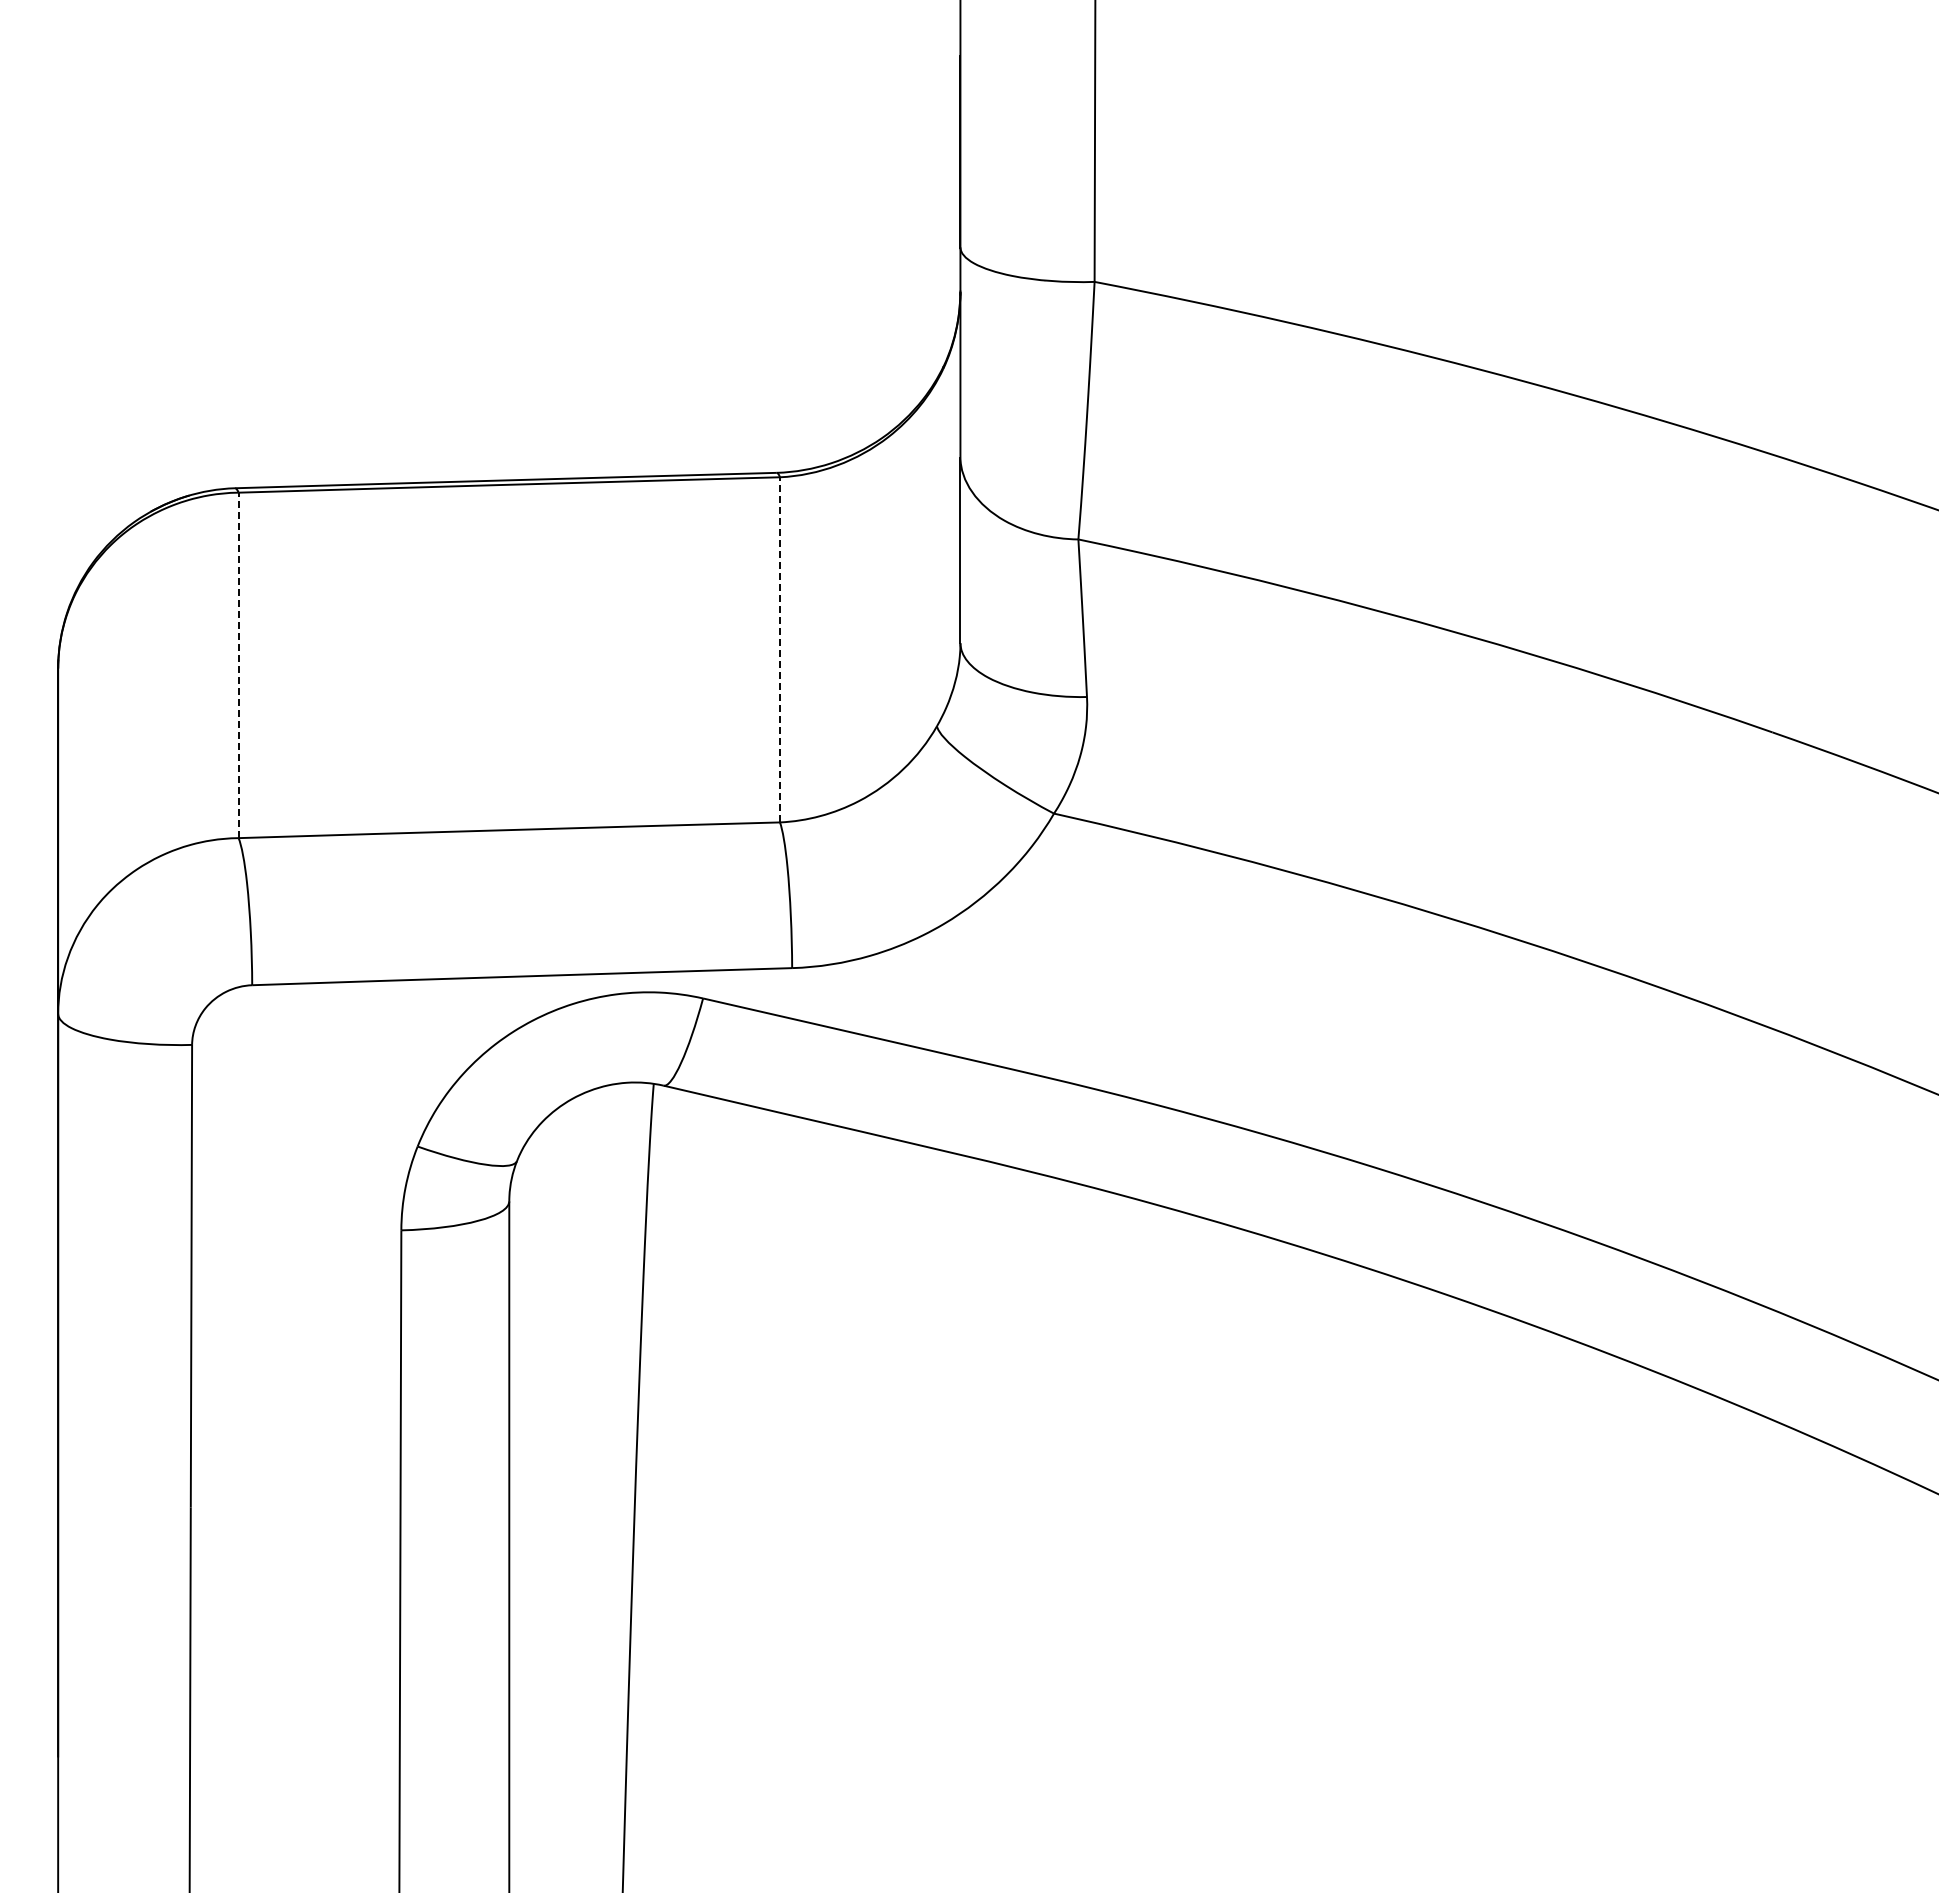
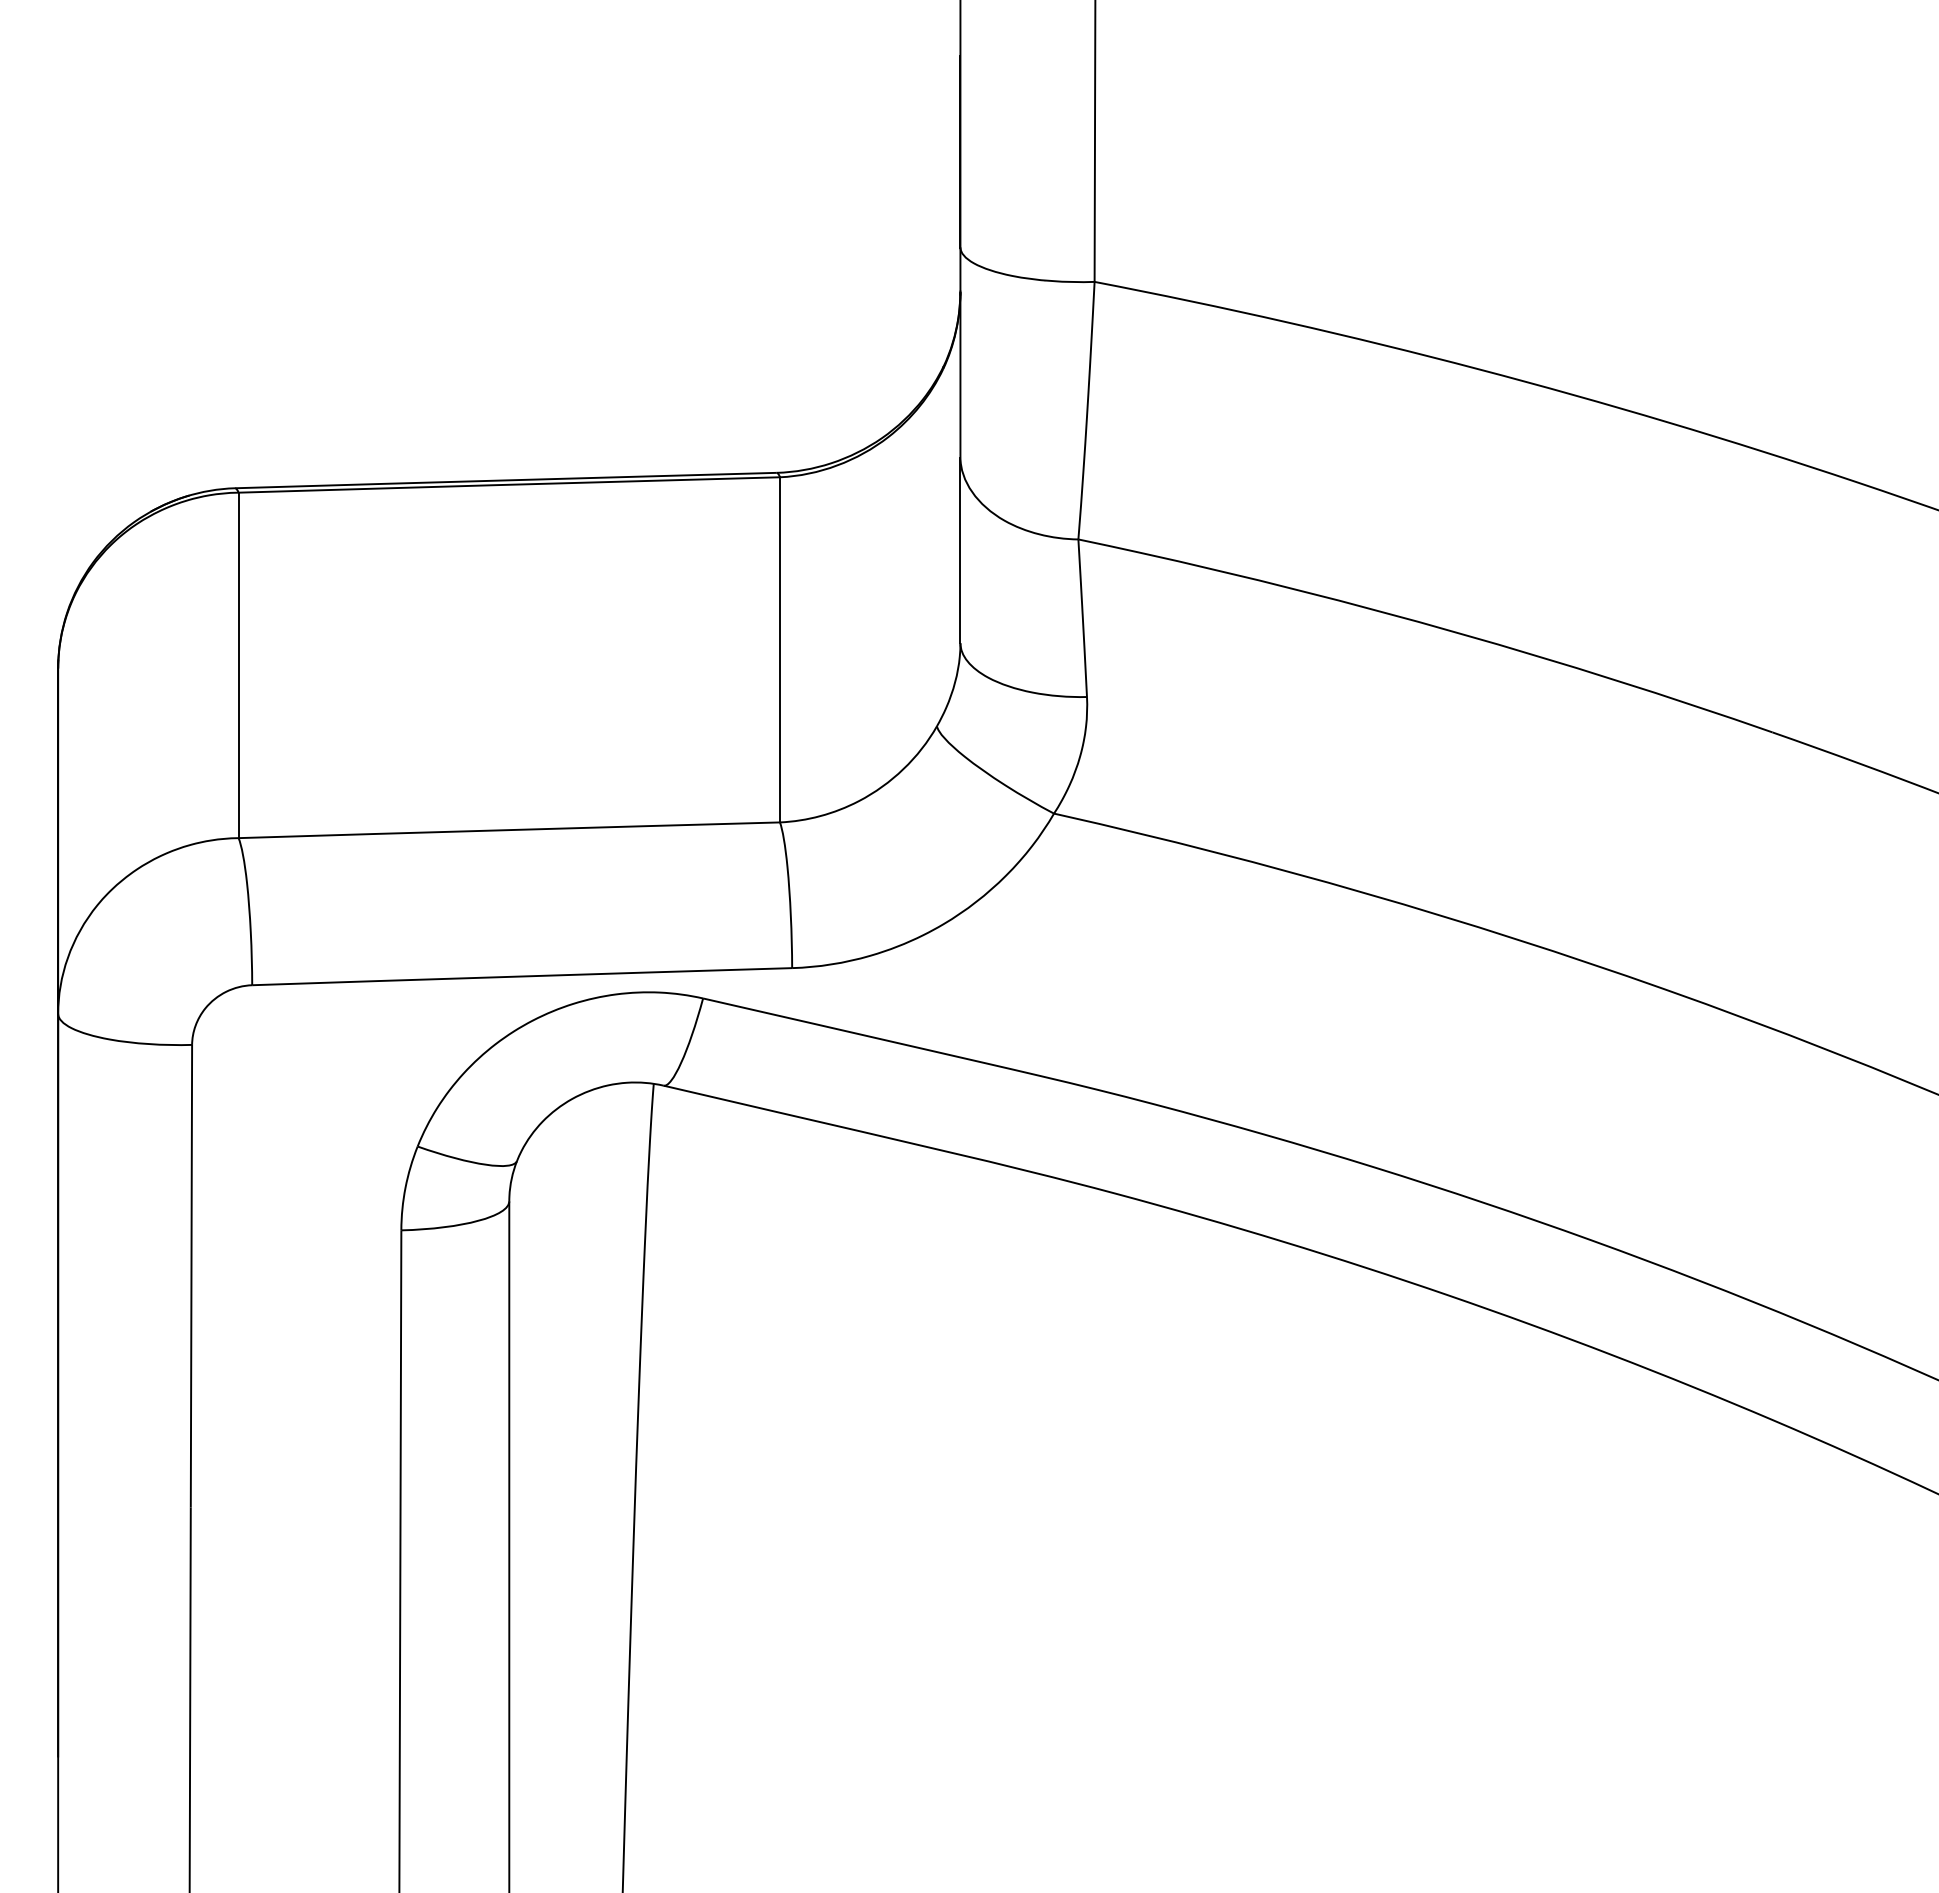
line at (779, 649): dashed -> solid
line at (238, 665): dashed -> solid
